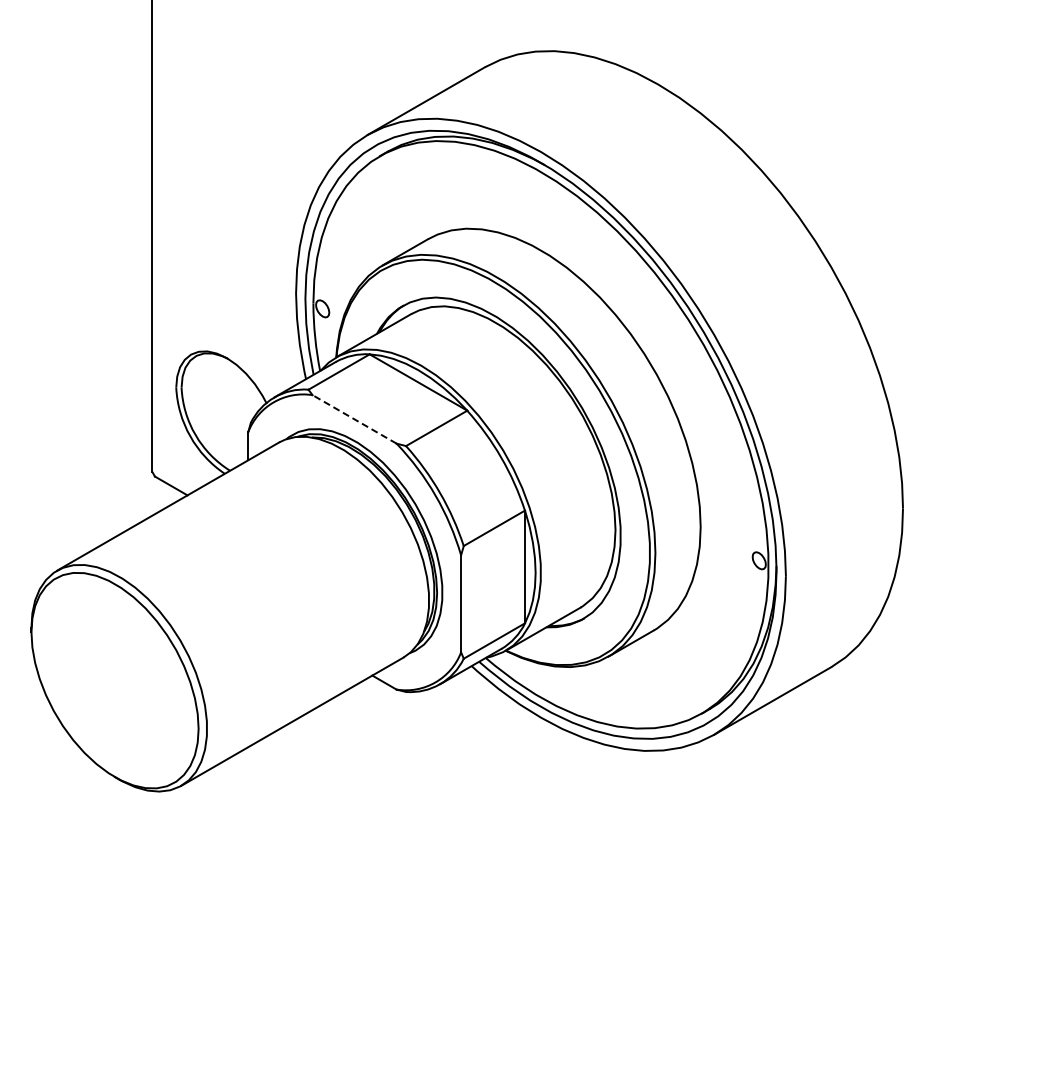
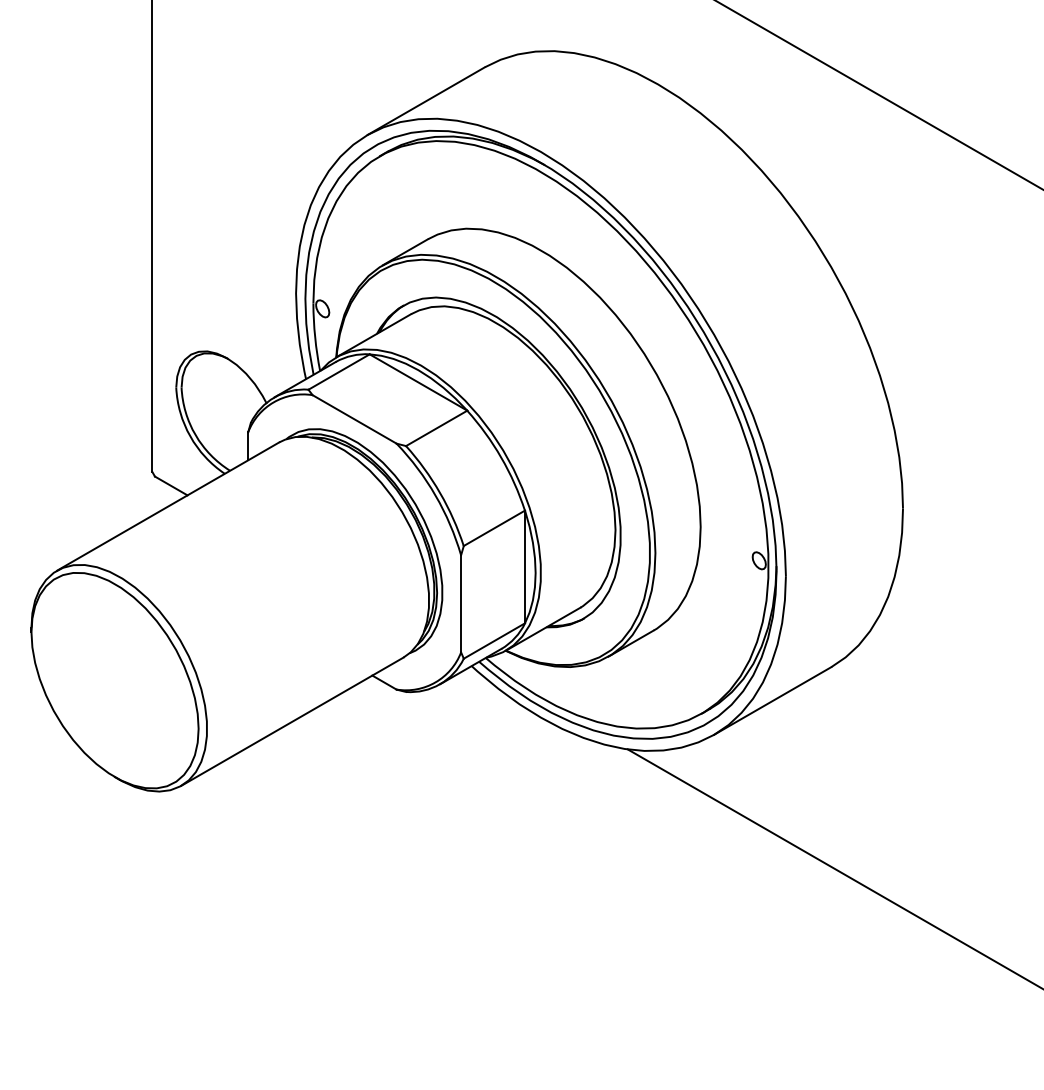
line at (879, 95): none -> present
line at (354, 419): dashed -> solid
line at (833, 868): none -> present
